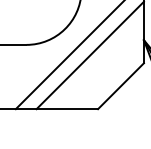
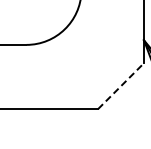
line at (68, 55): present -> none
line at (89, 55): present -> none
line at (121, 85): solid -> dashed
